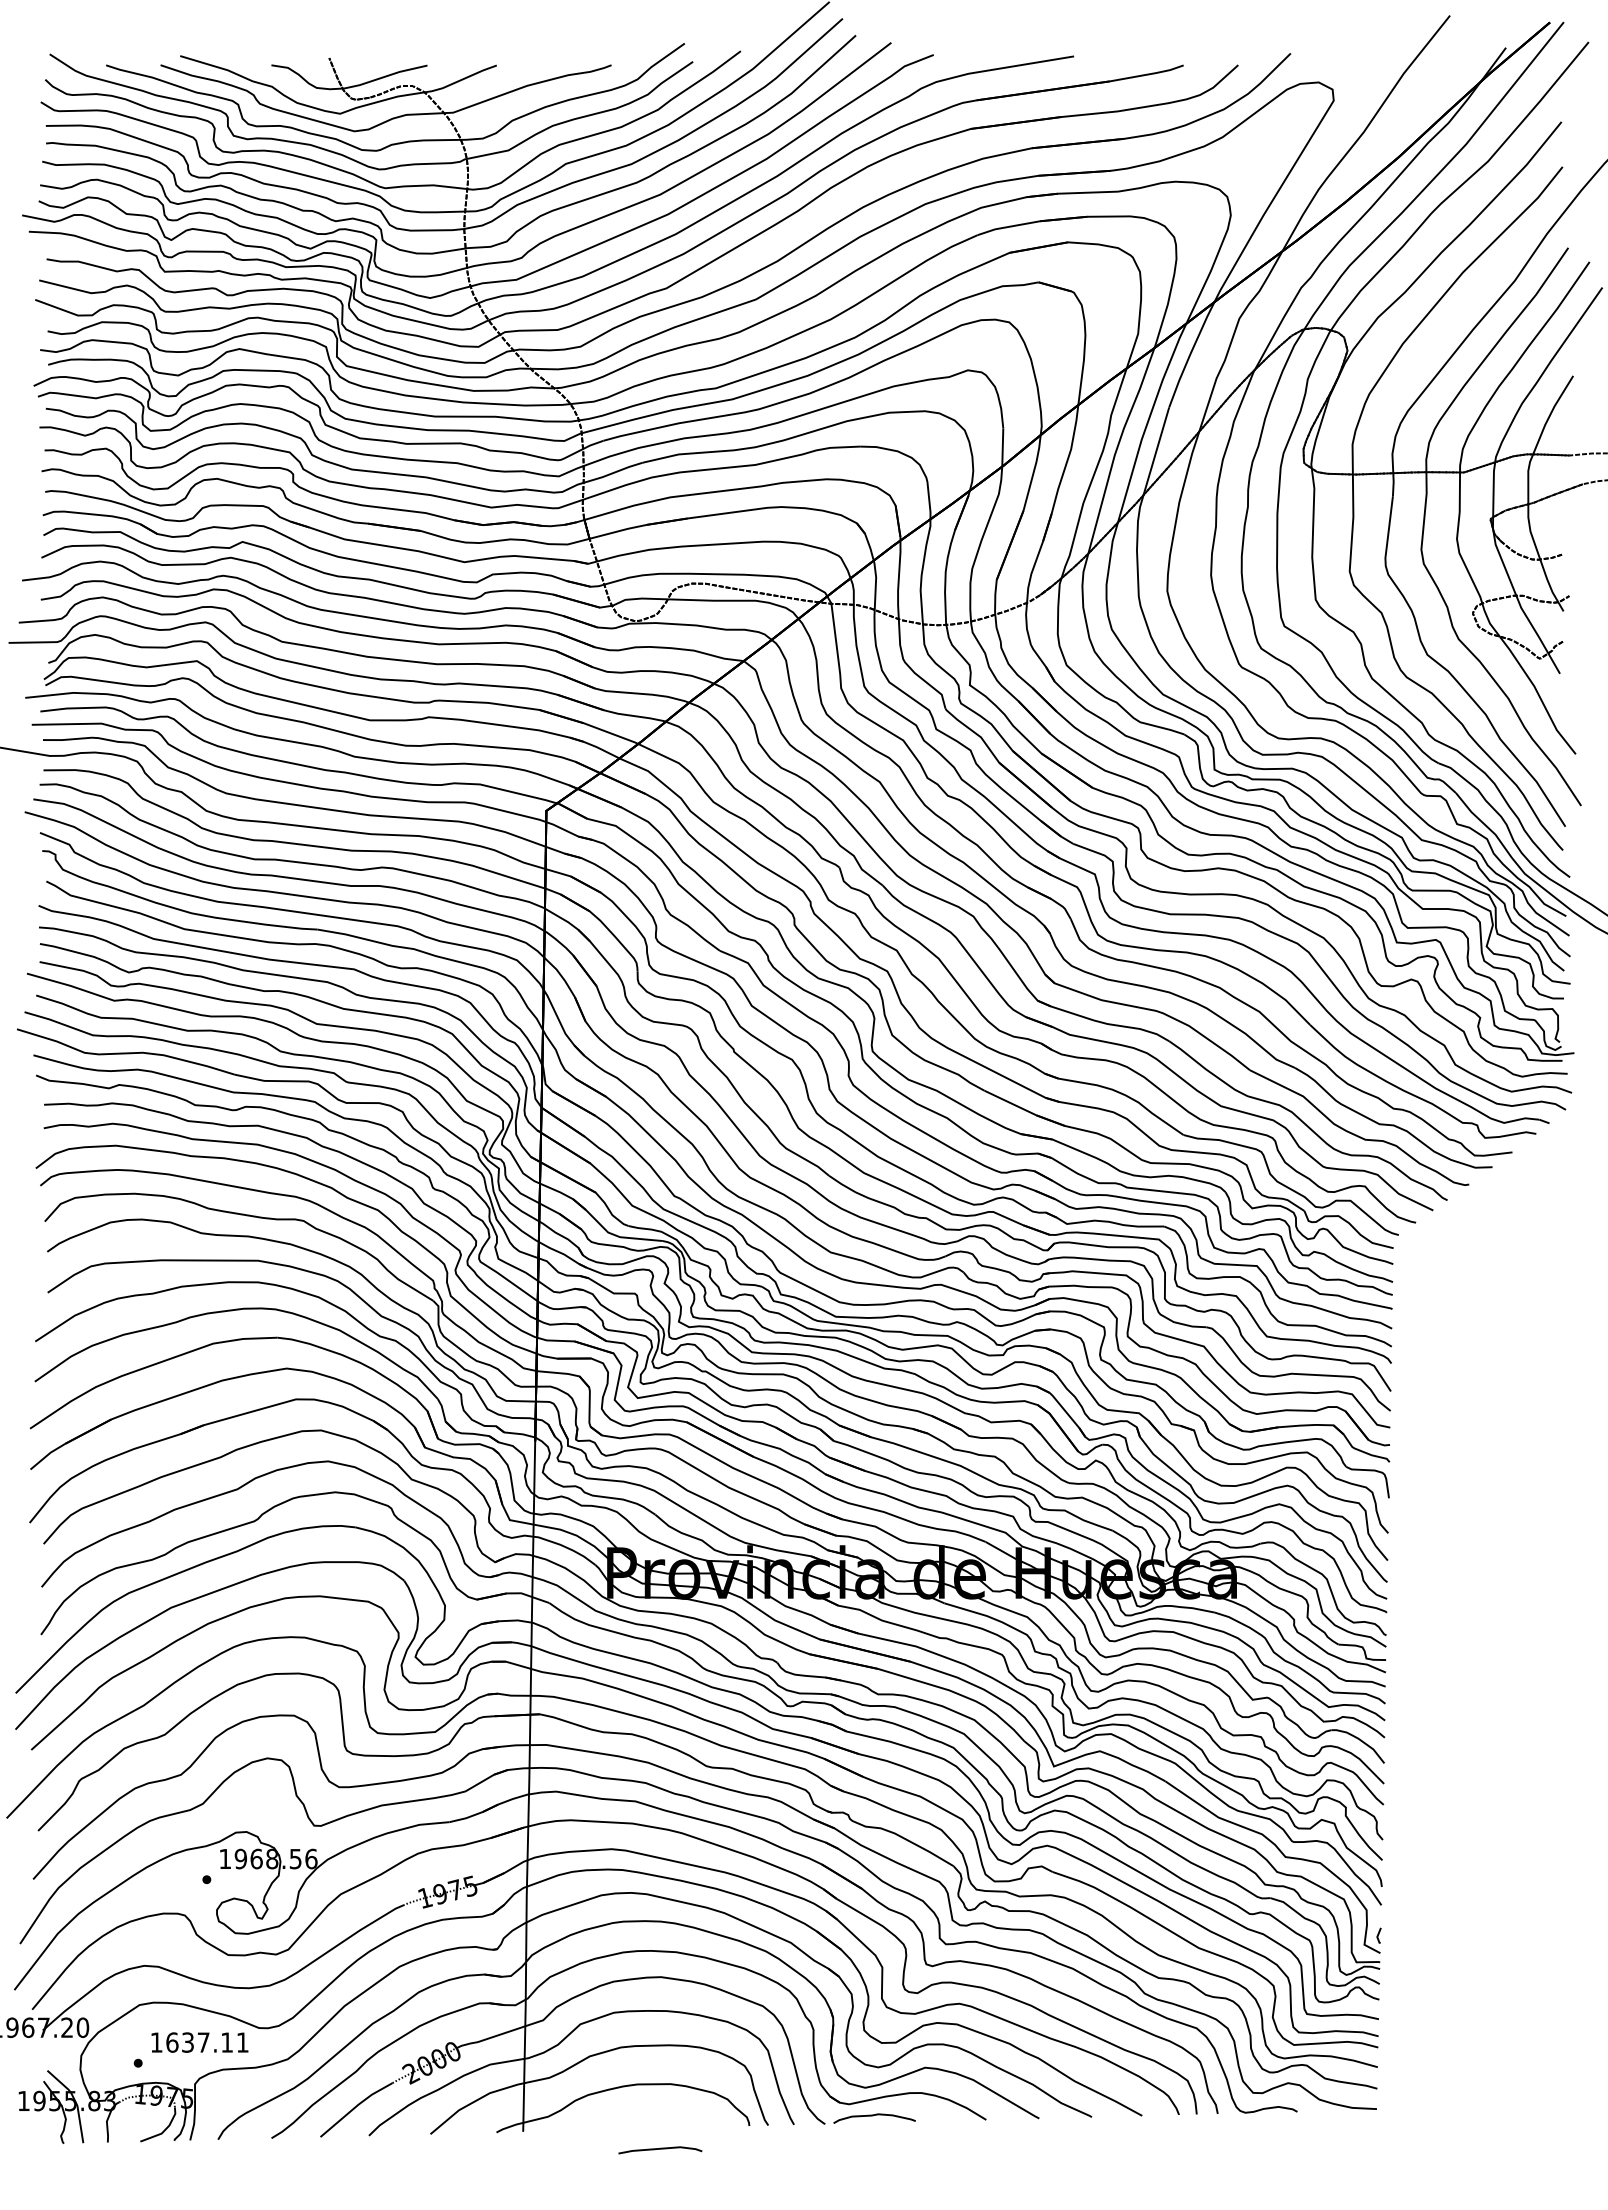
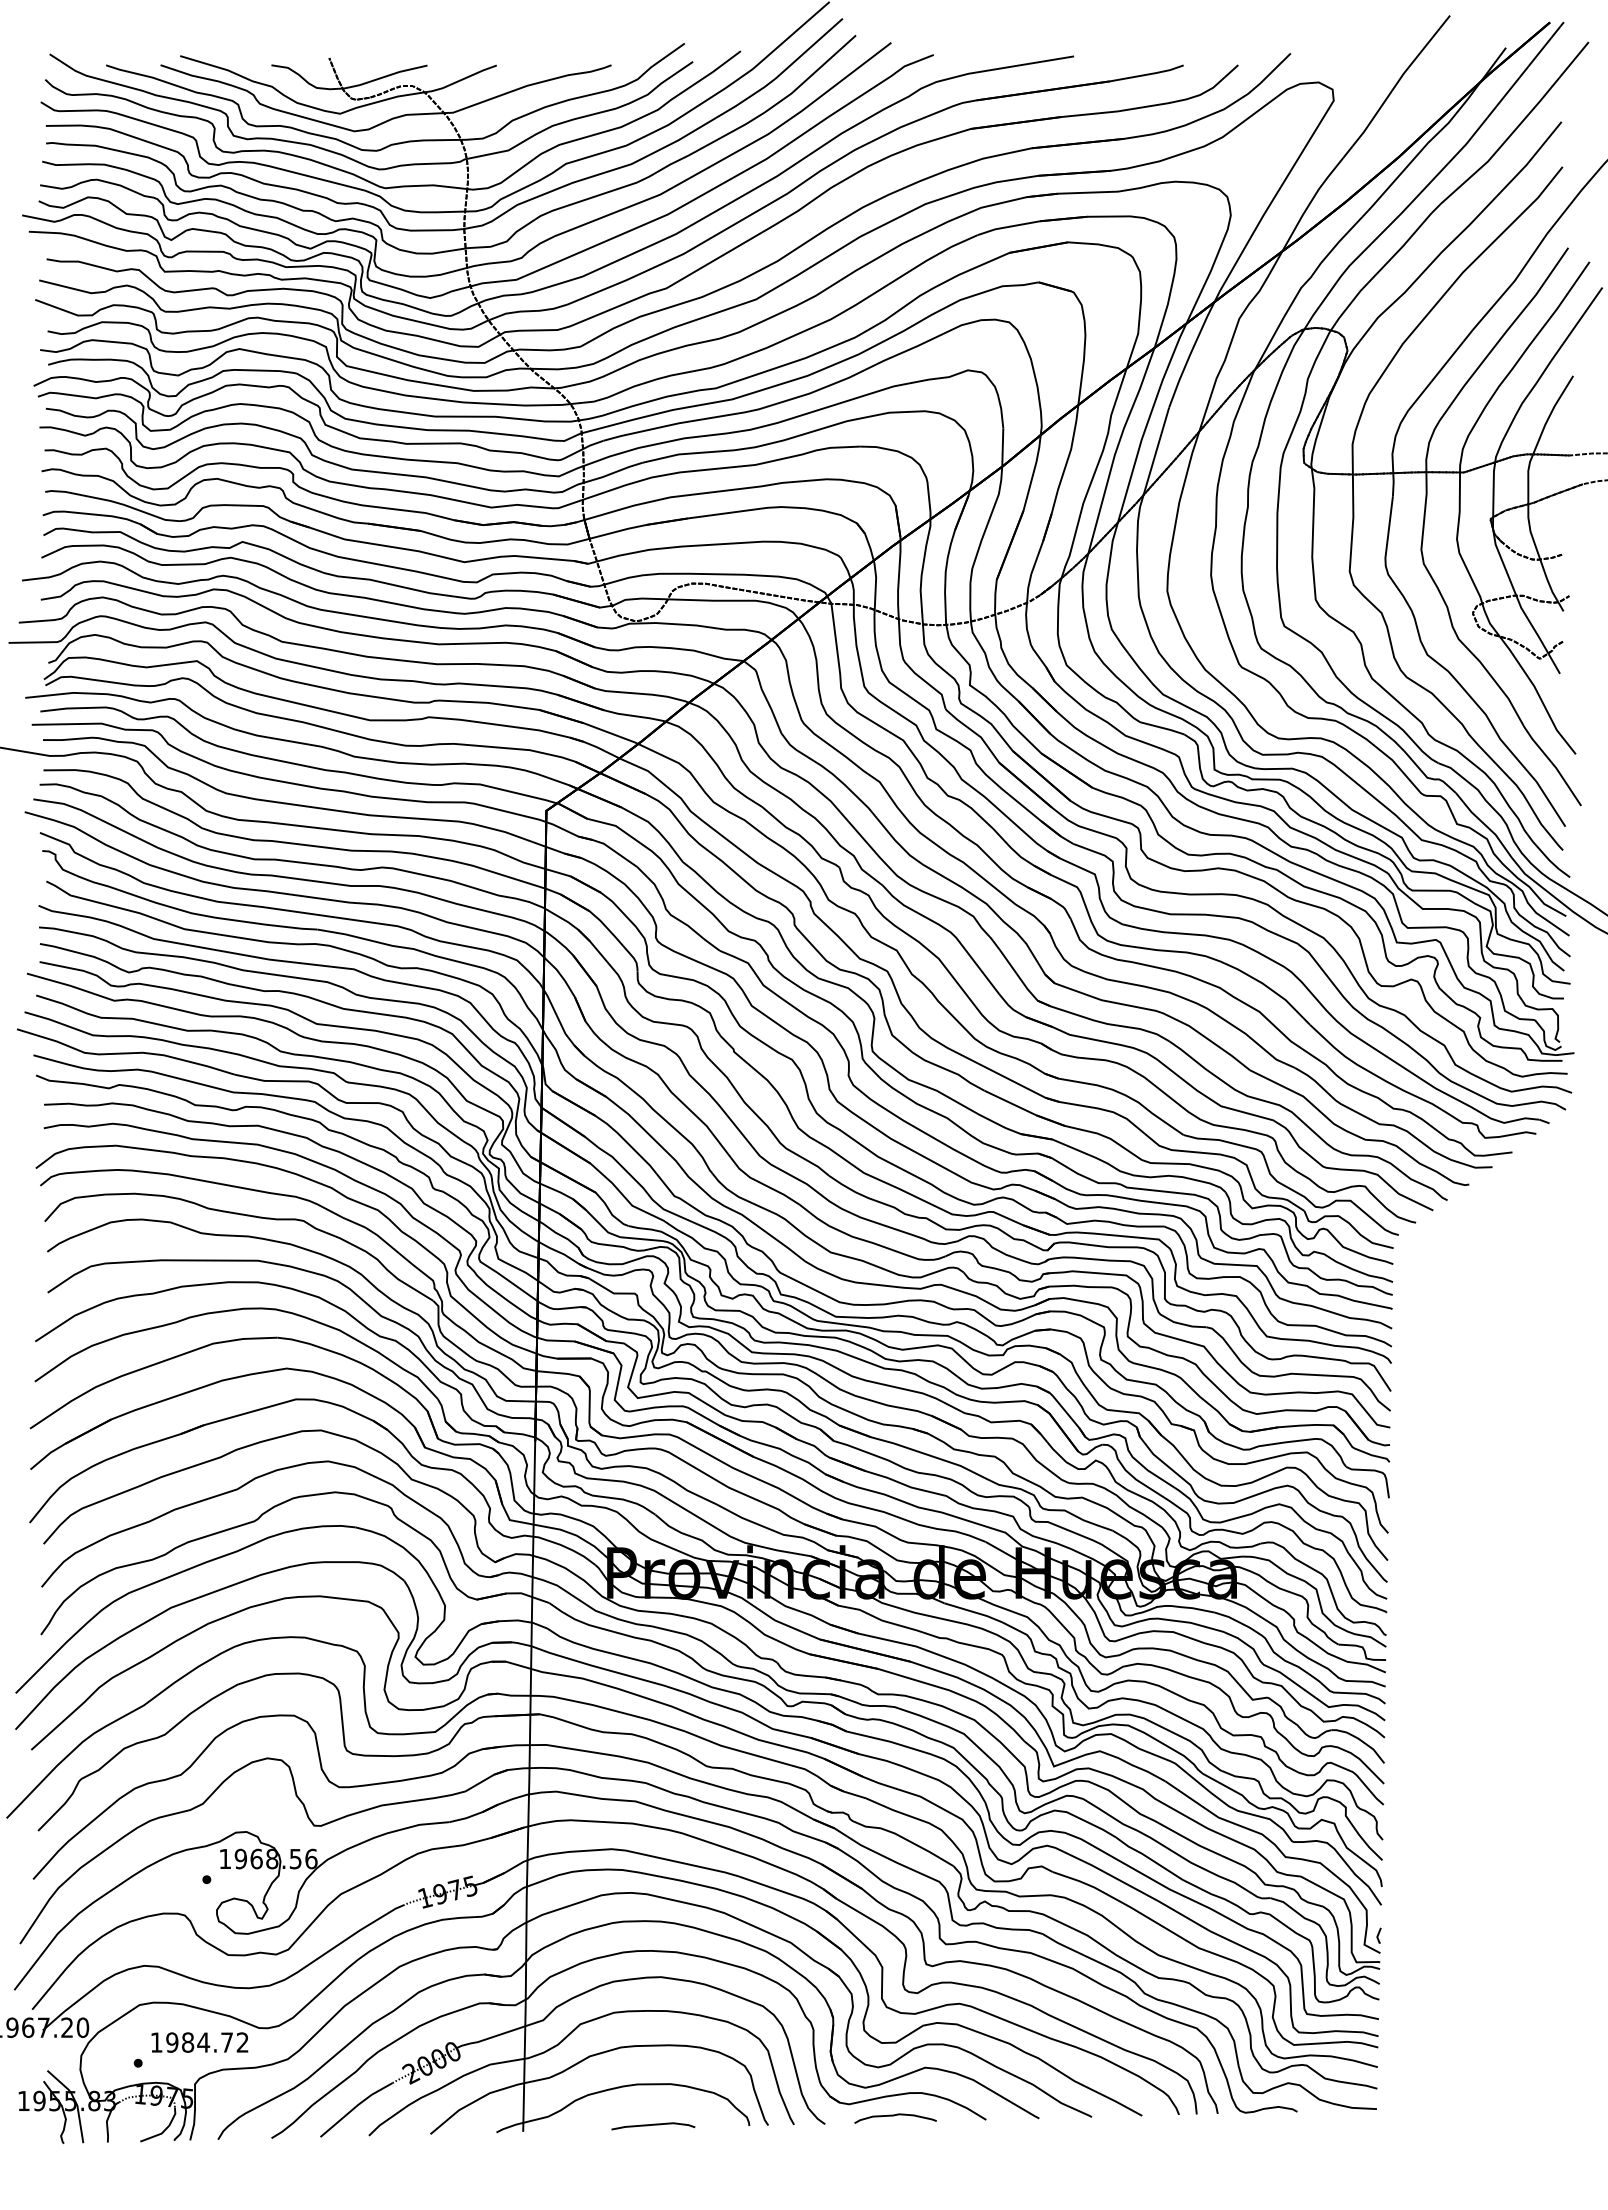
text at (207, 2042): 1637.11 -> 1984.72
curve at (873, 2116) position: (873, 2116) -> (894, 2116)
line at (660, 2149) position: (660, 2149) -> (653, 2125)
